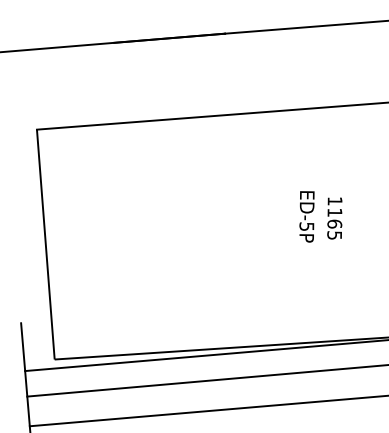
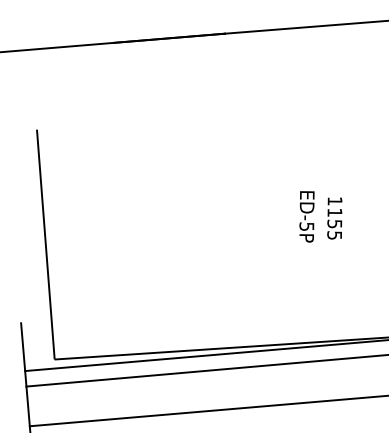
line at (210, 115): present -> none
text at (334, 223): 1165 -> 1155
line at (206, 380) position: (206, 380) -> (205, 370)
